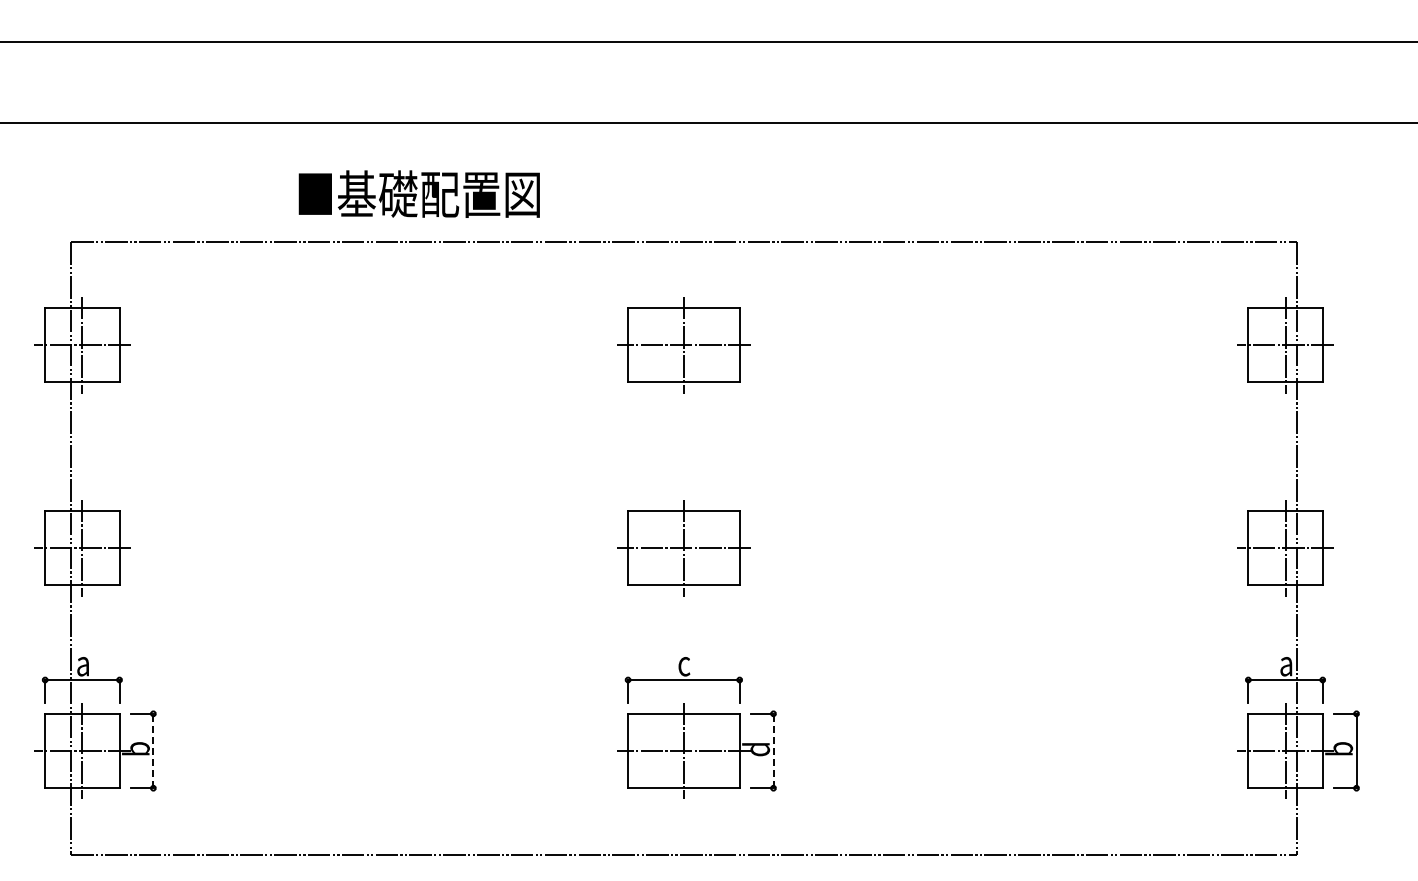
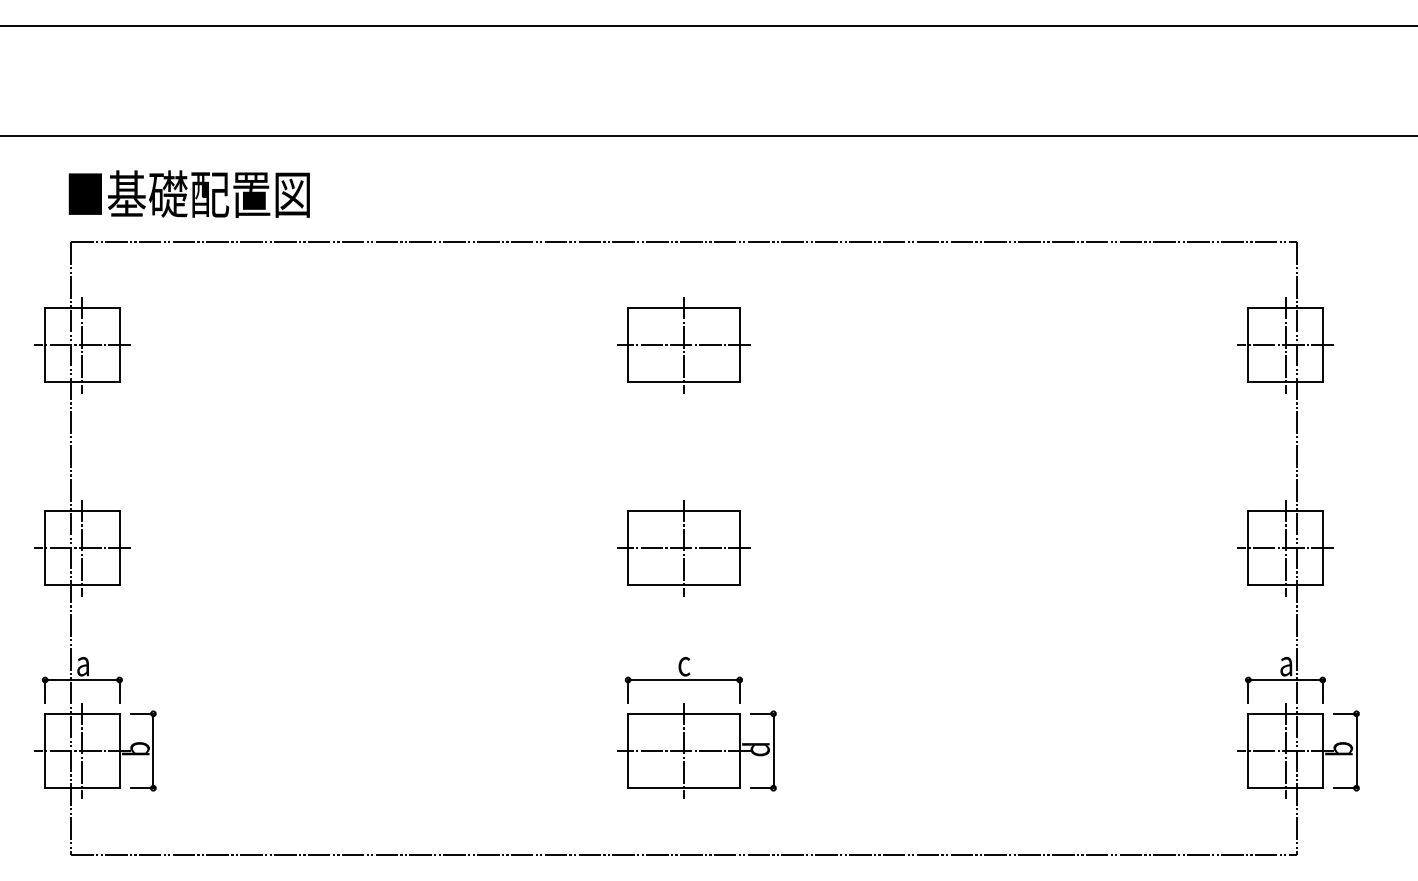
line at (708, 42) position: (708, 42) -> (708, 26)
line at (708, 123) position: (708, 123) -> (708, 136)
text at (418, 193) position: (418, 193) -> (188, 193)
line at (153, 750): dashed -> solid
line at (773, 750): dashed -> solid
